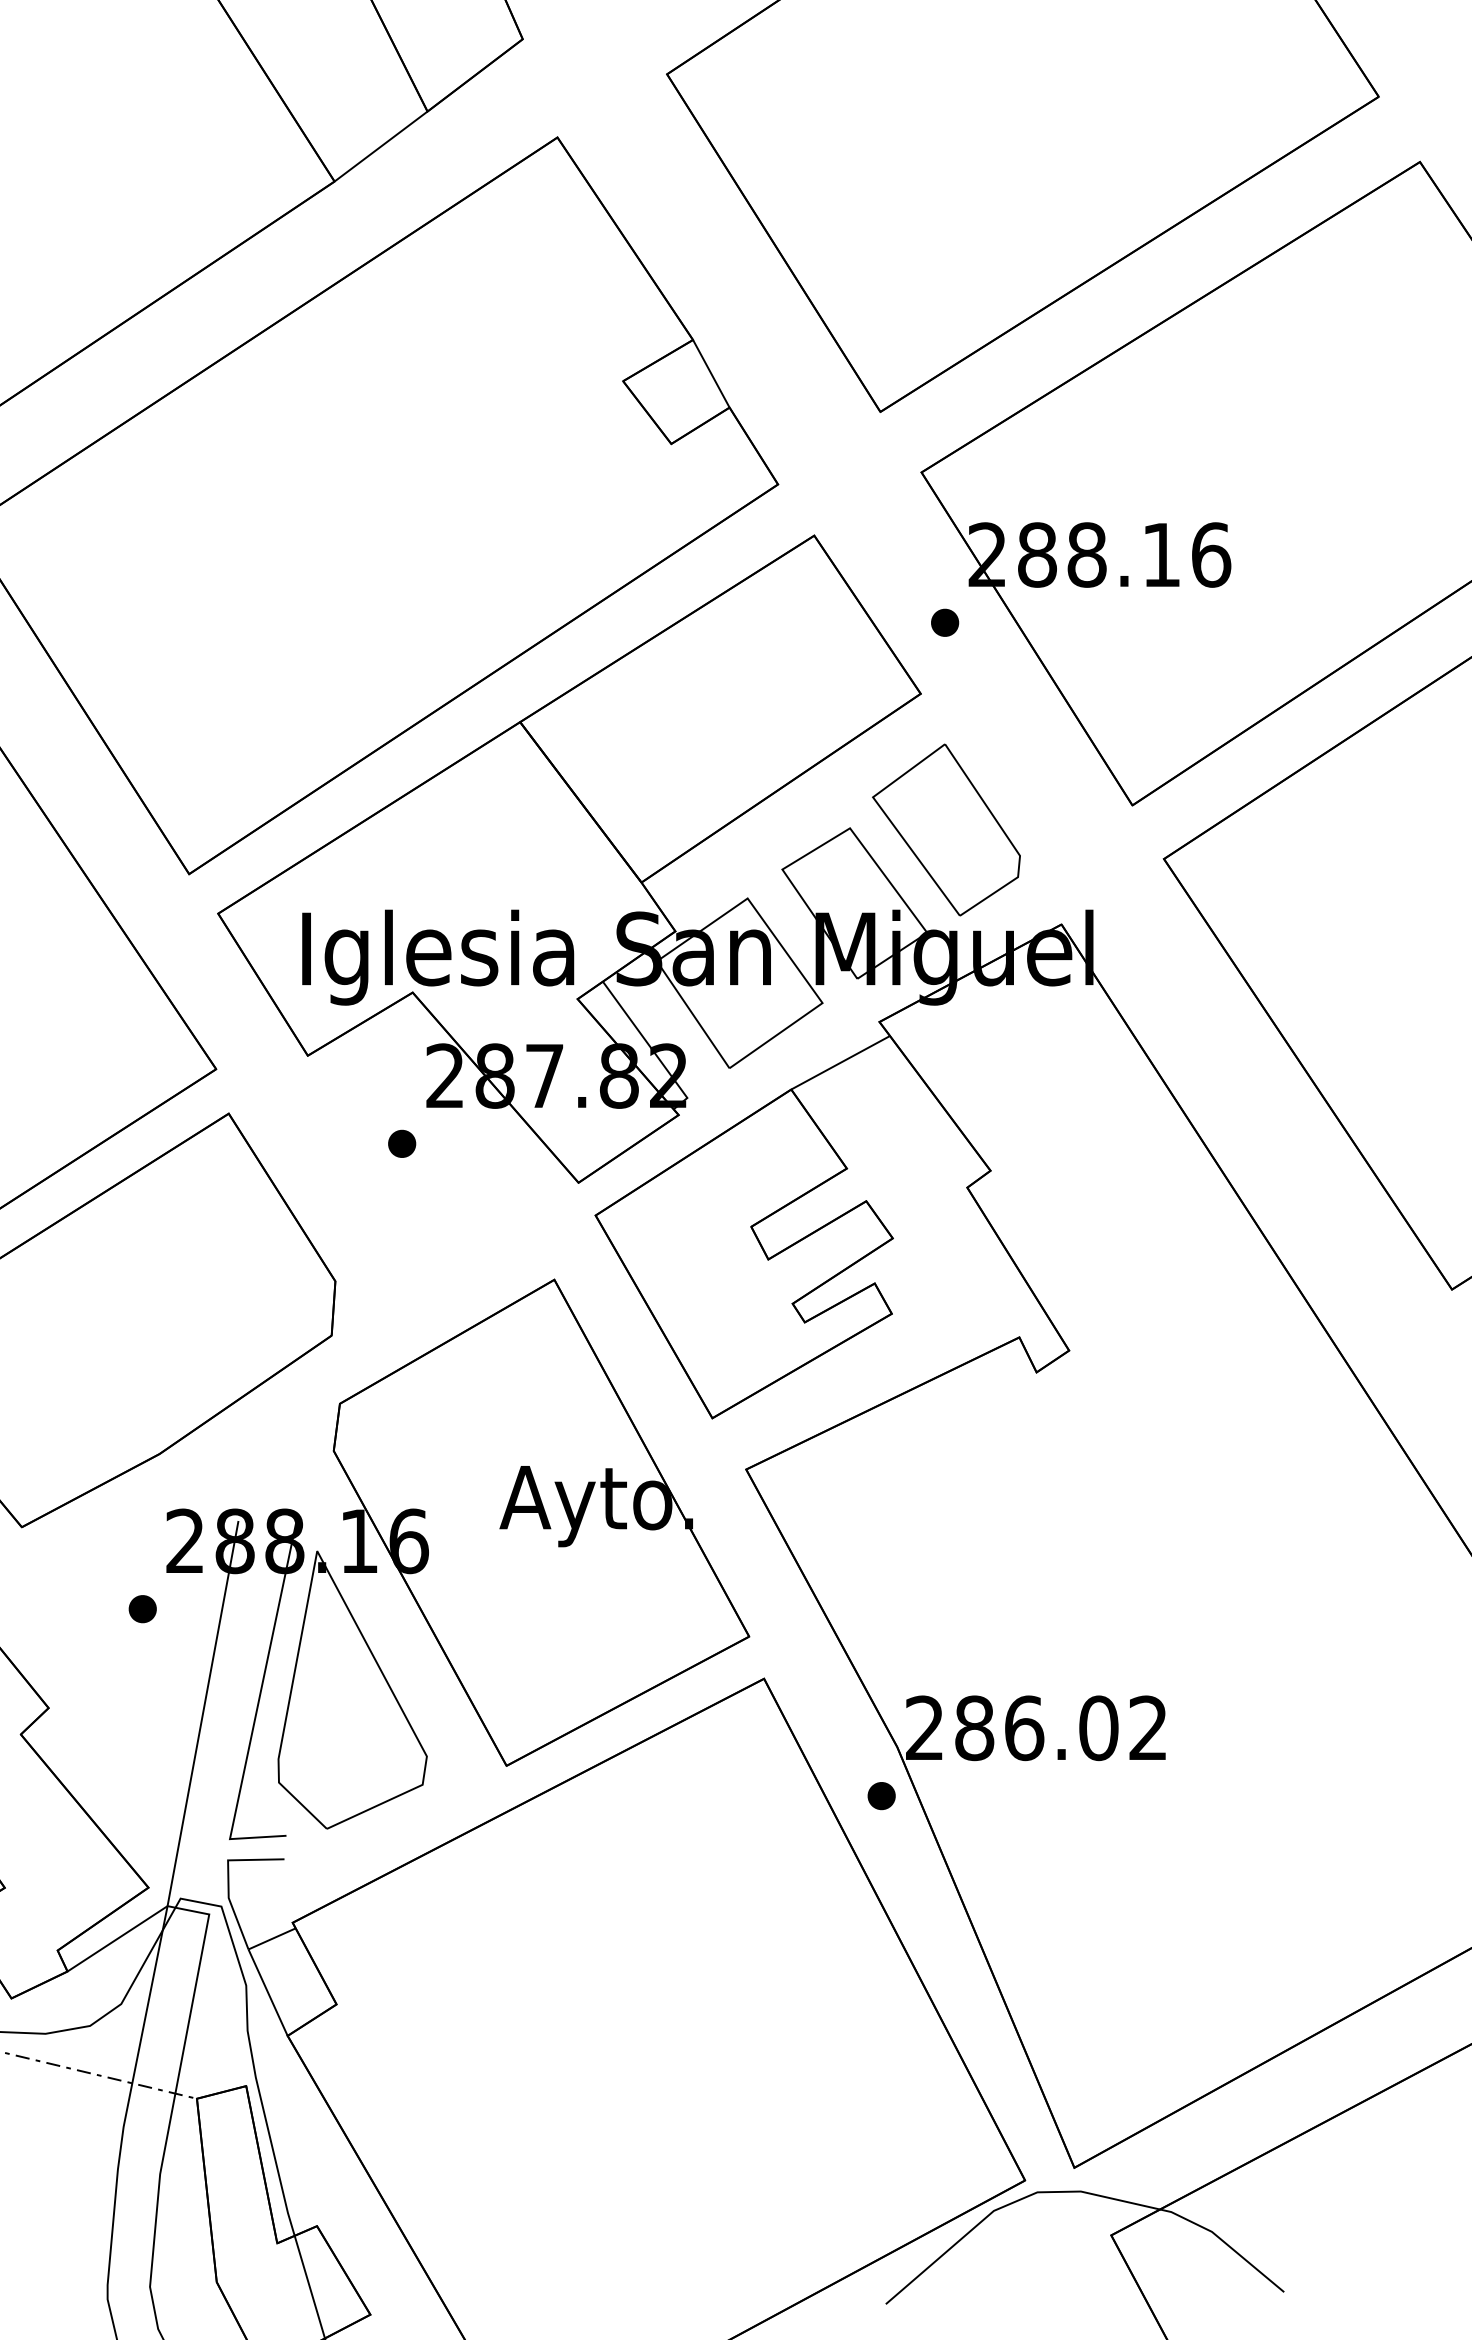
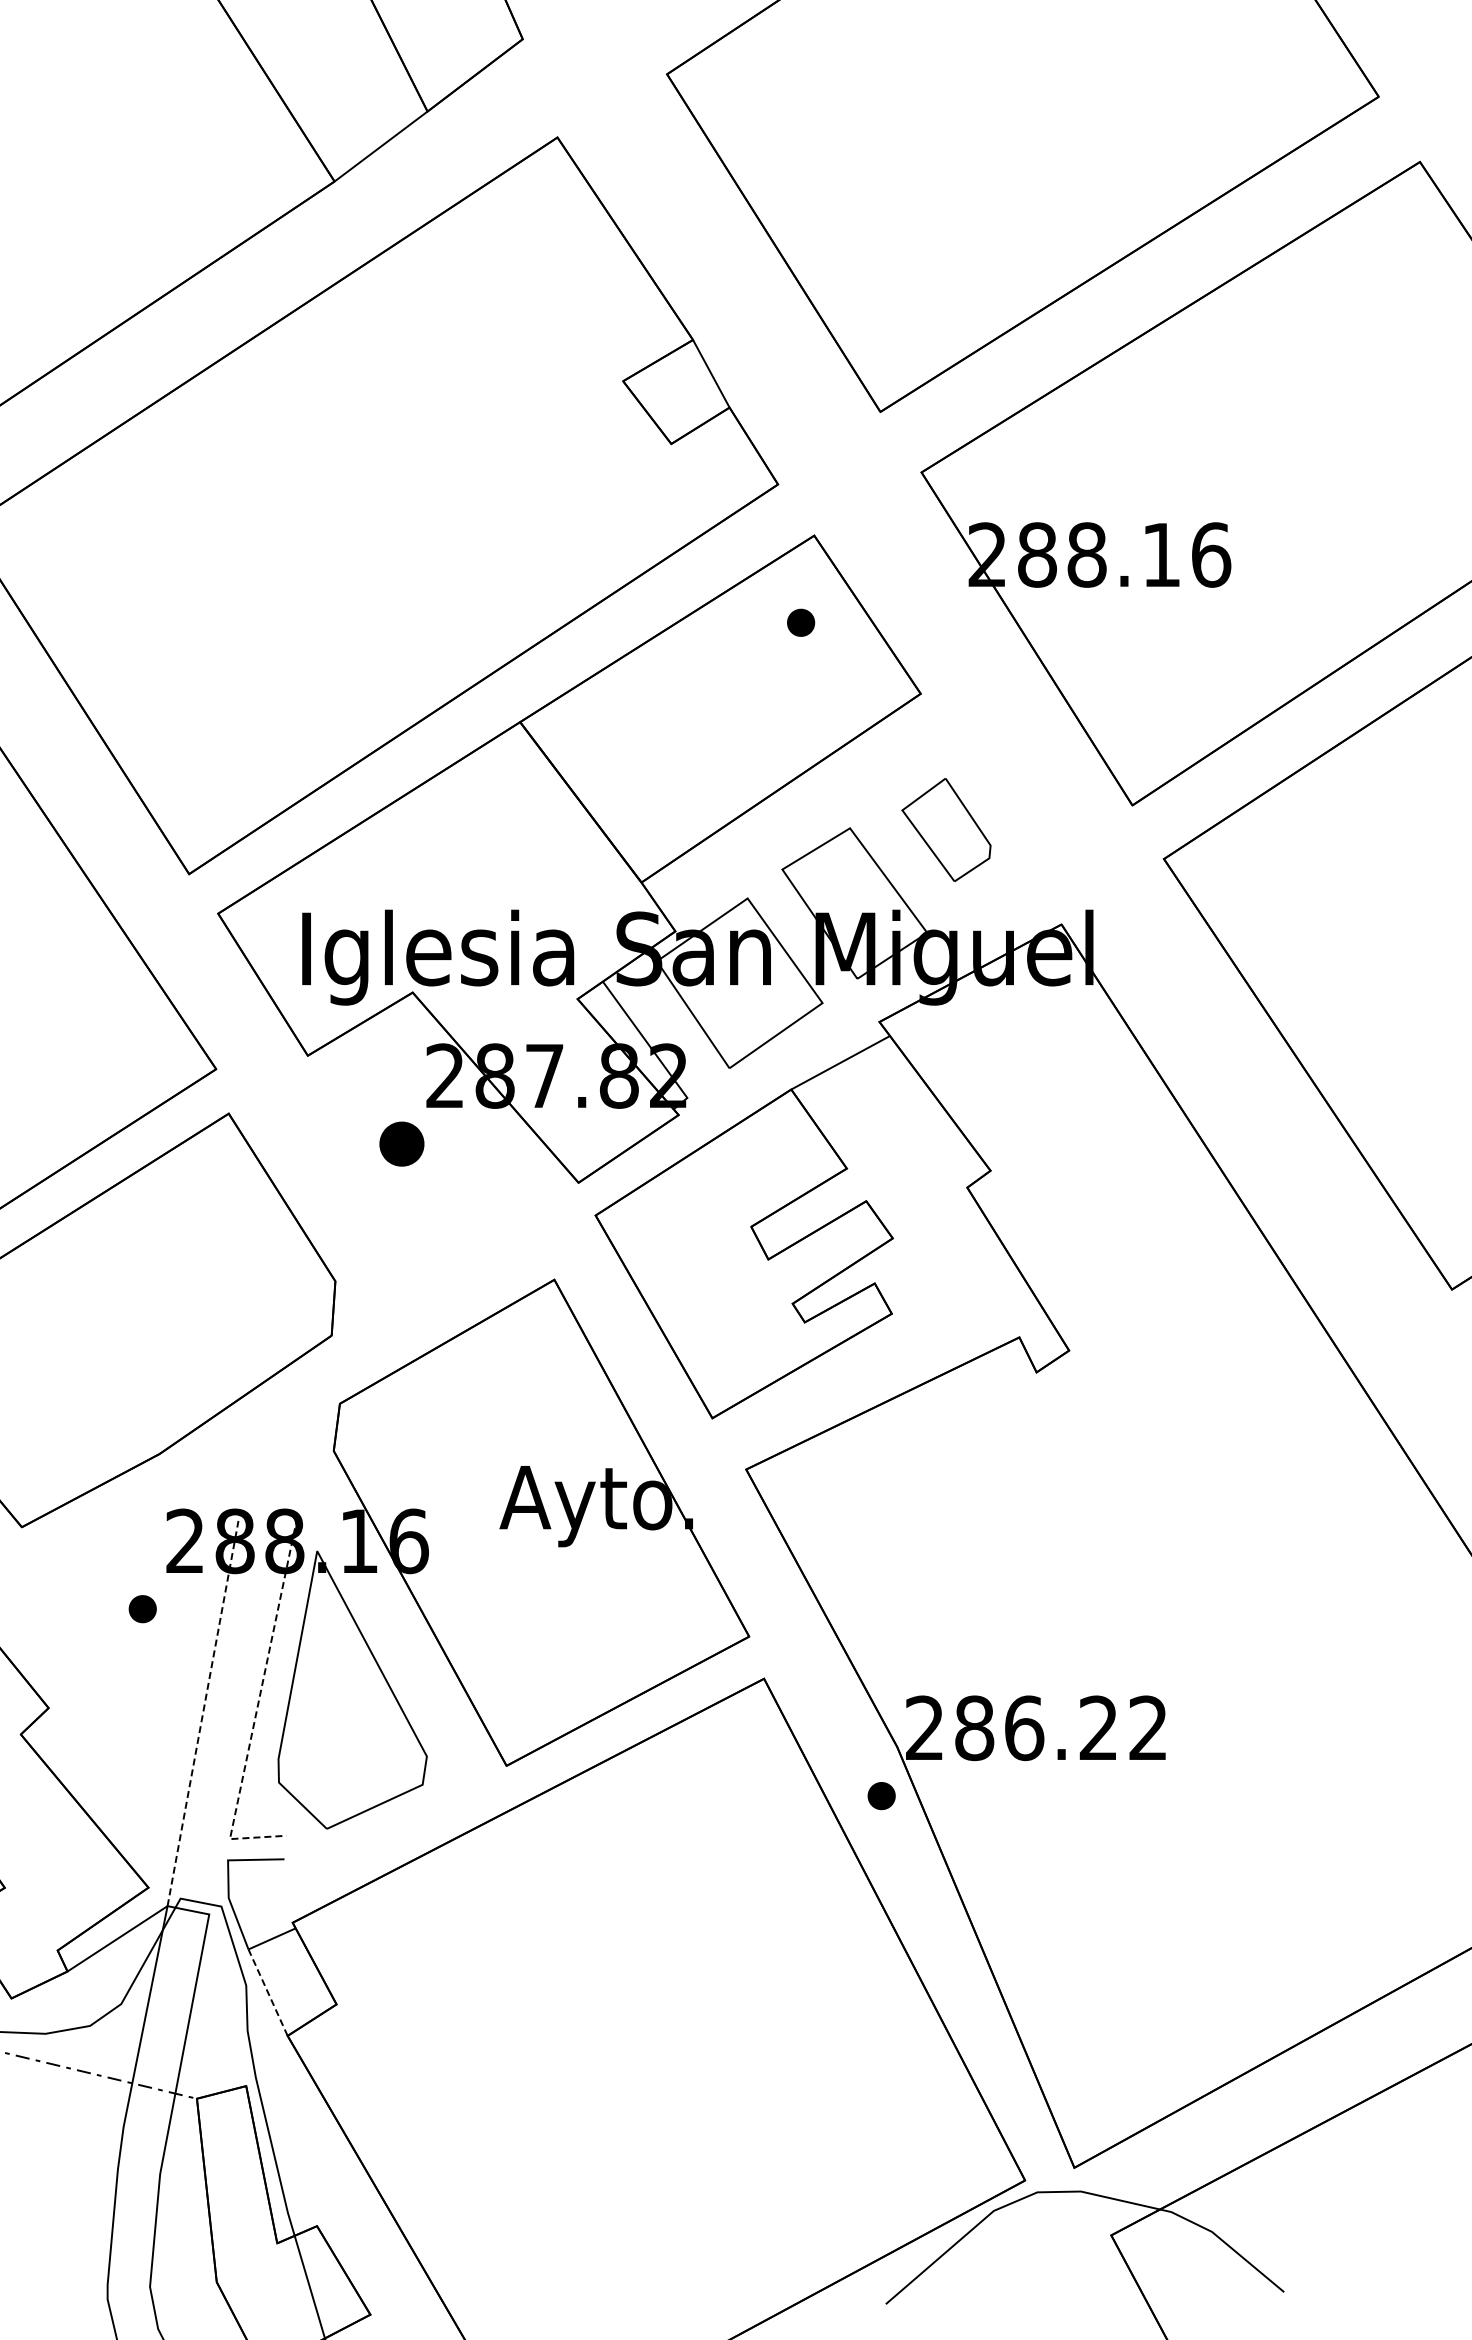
part at (945, 622) position: (945, 622) -> (801, 622)
part at (946, 829) size: 149x174 px -> 91x104 px
part at (402, 1143) size: 29x29 px -> 46x46 px
line at (257, 1707): solid -> dashed
line at (203, 1713): solid -> dashed
text at (1098, 1728): 286.02 -> 286.22
line at (267, 1992): solid -> dashed
